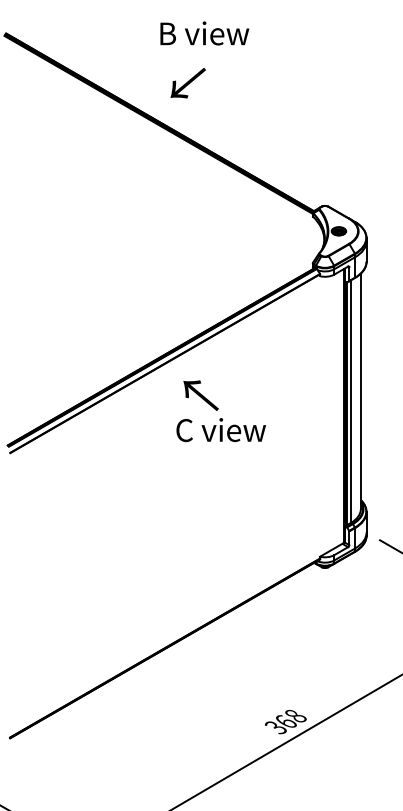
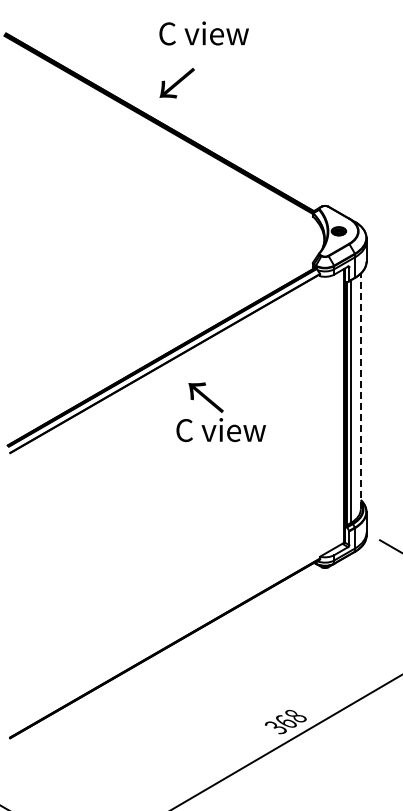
text at (204, 33): B view -> C view
text at (187, 83) position: (187, 83) -> (176, 83)
line at (360, 391): solid -> dashed
text at (200, 395) position: (200, 395) -> (205, 397)
